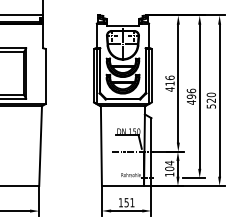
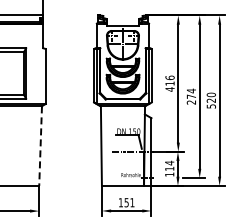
text at (191, 96): 496 -> 274
line at (40, 146): solid -> dashed
text at (169, 168): 104 -> 114
